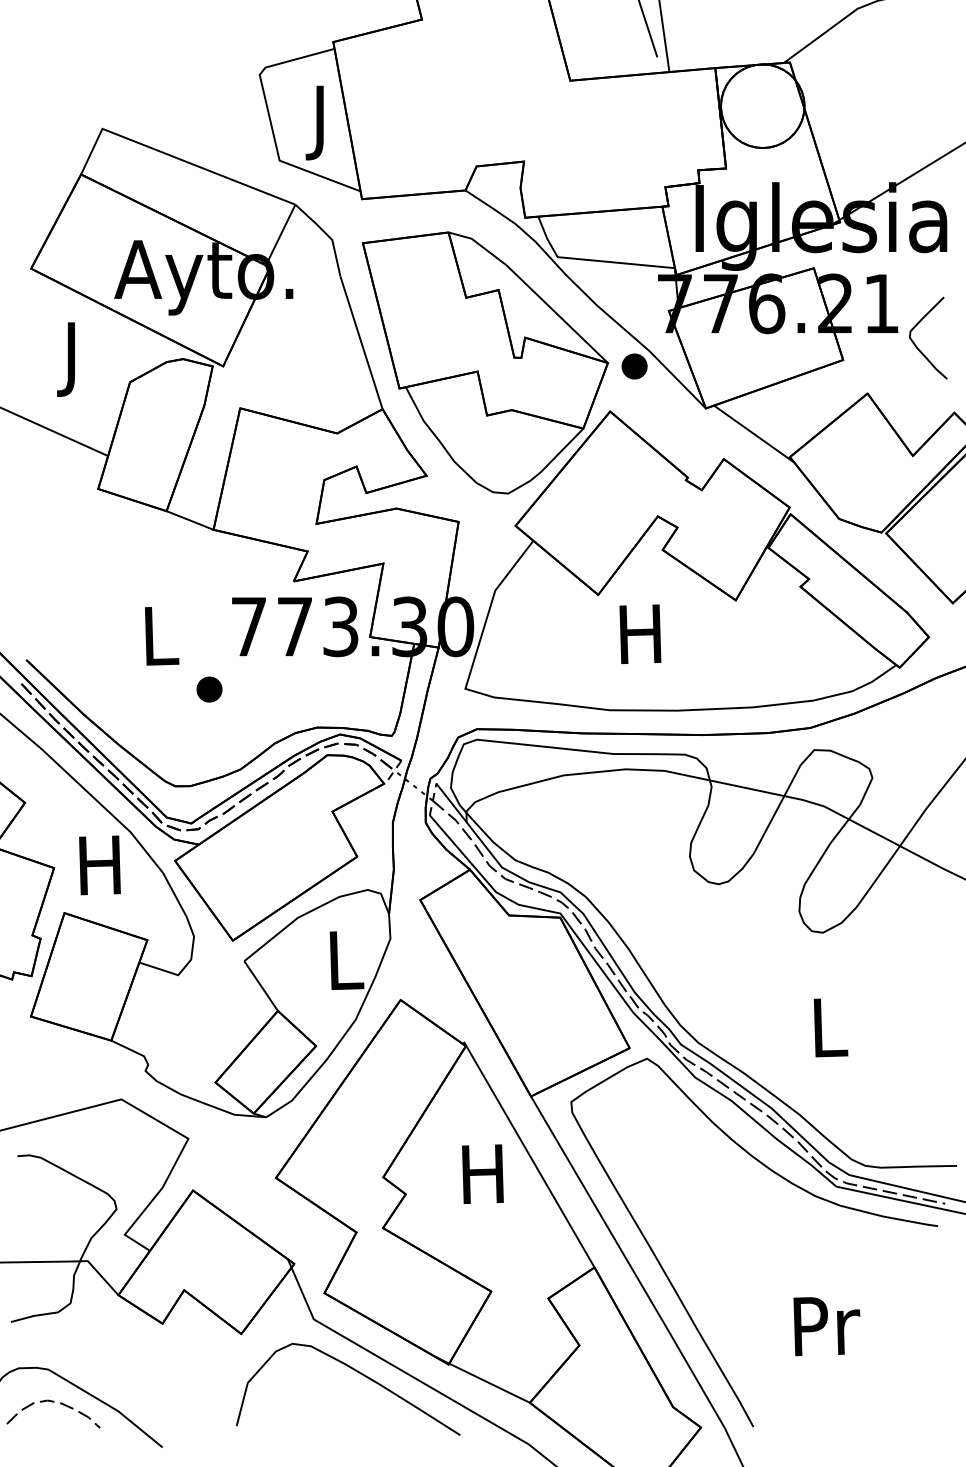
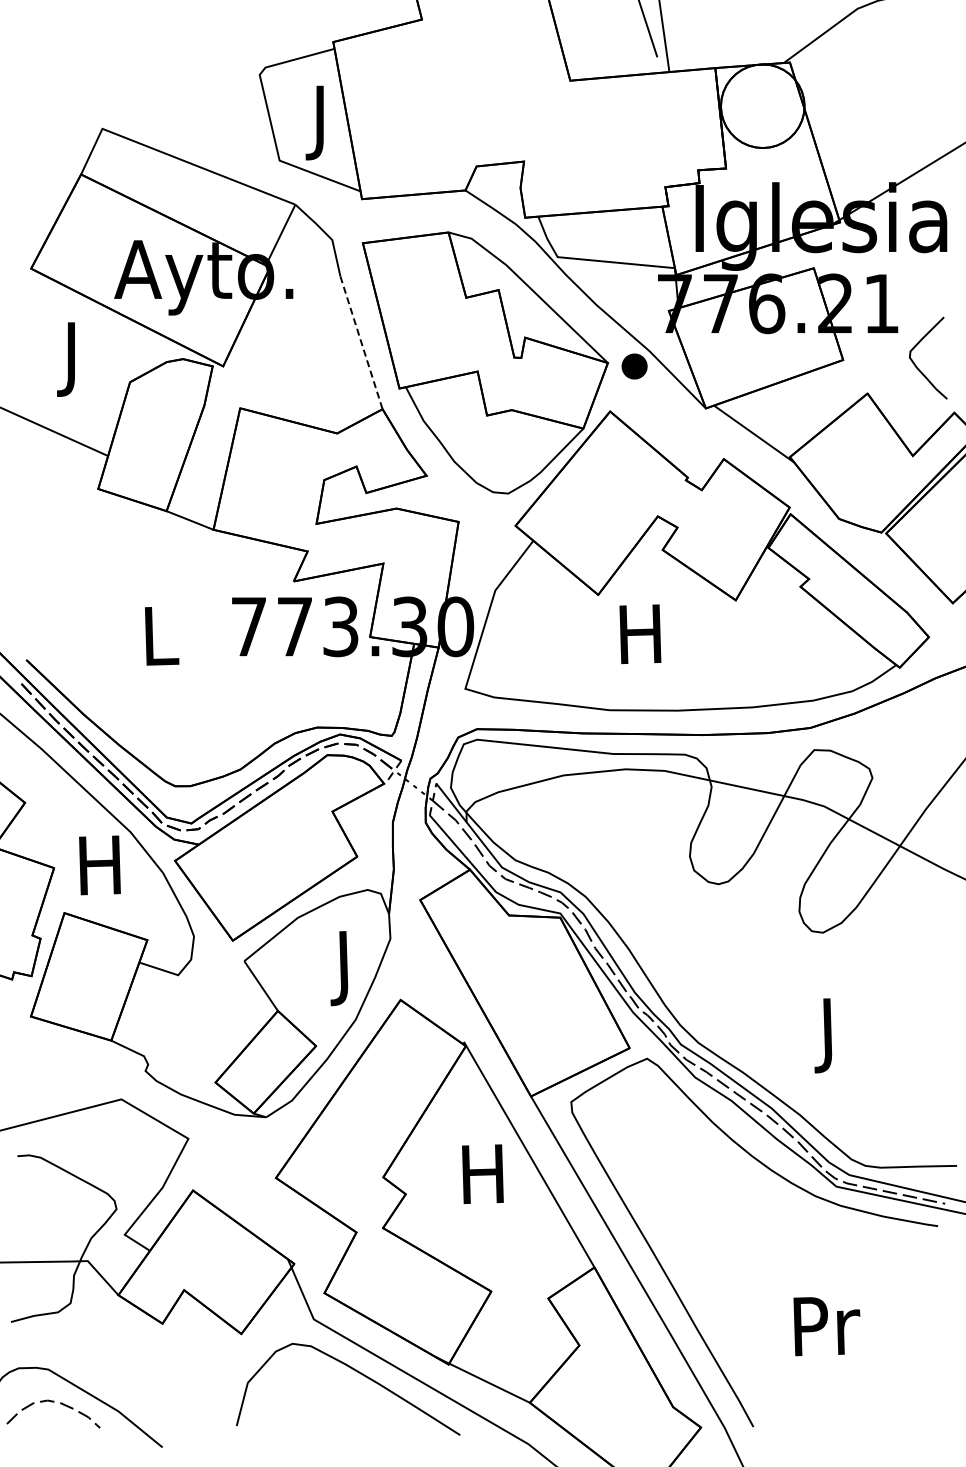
line at (361, 342): solid -> dashed
curve at (917, 346) position: (917, 346) -> (917, 366)
part at (209, 689): present -> none
text at (346, 968): L -> J
text at (830, 1035): L -> J
